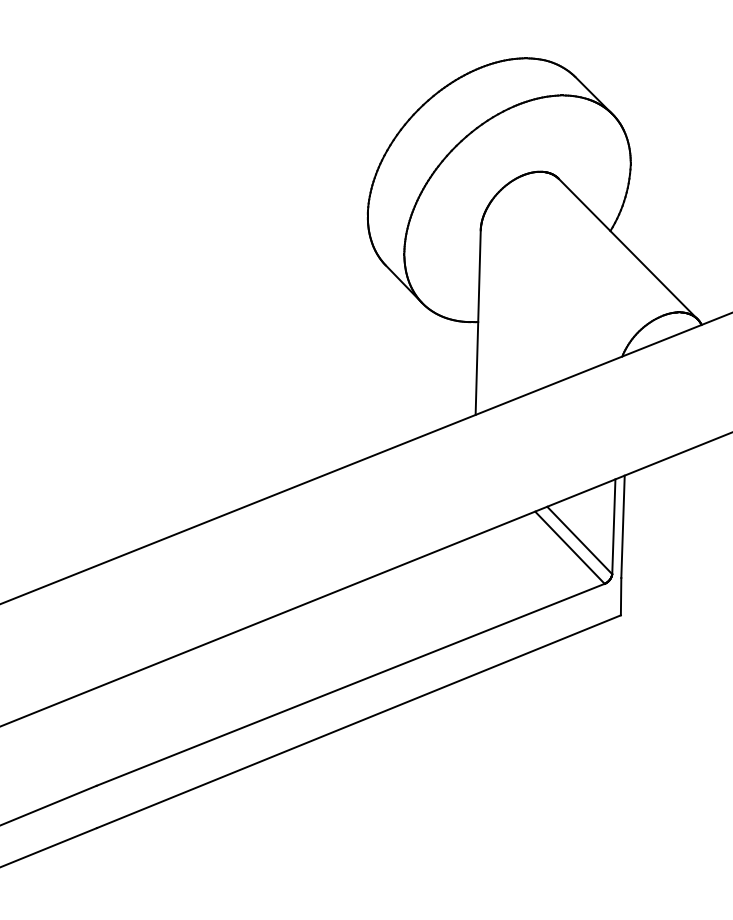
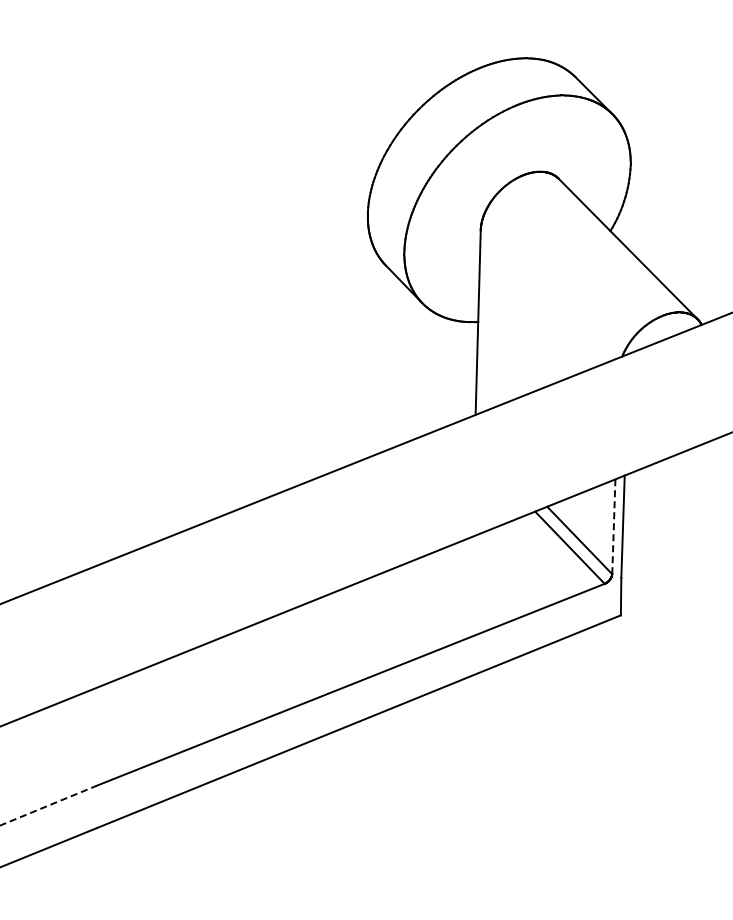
line at (613, 526): solid -> dashed
line at (48, 805): solid -> dashed
